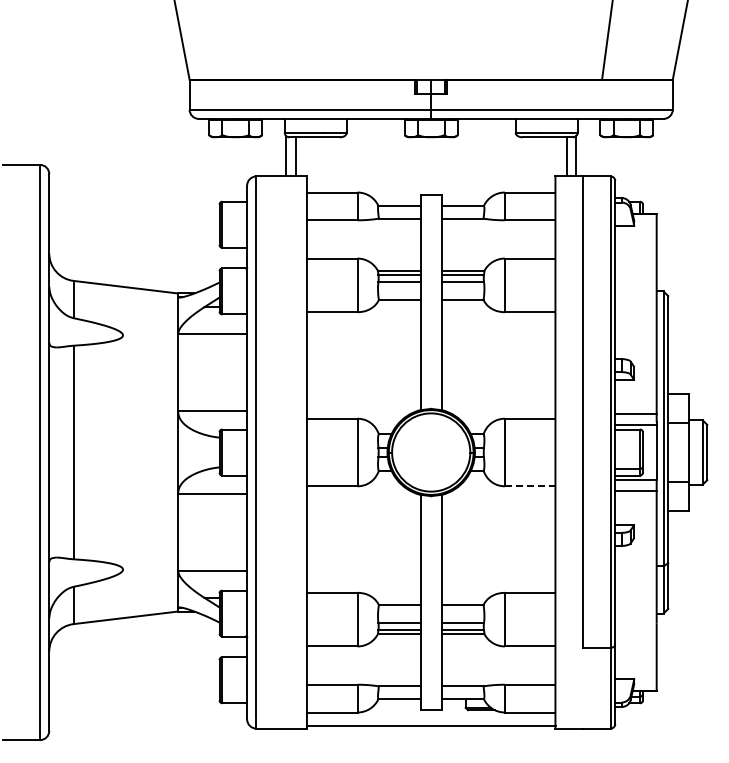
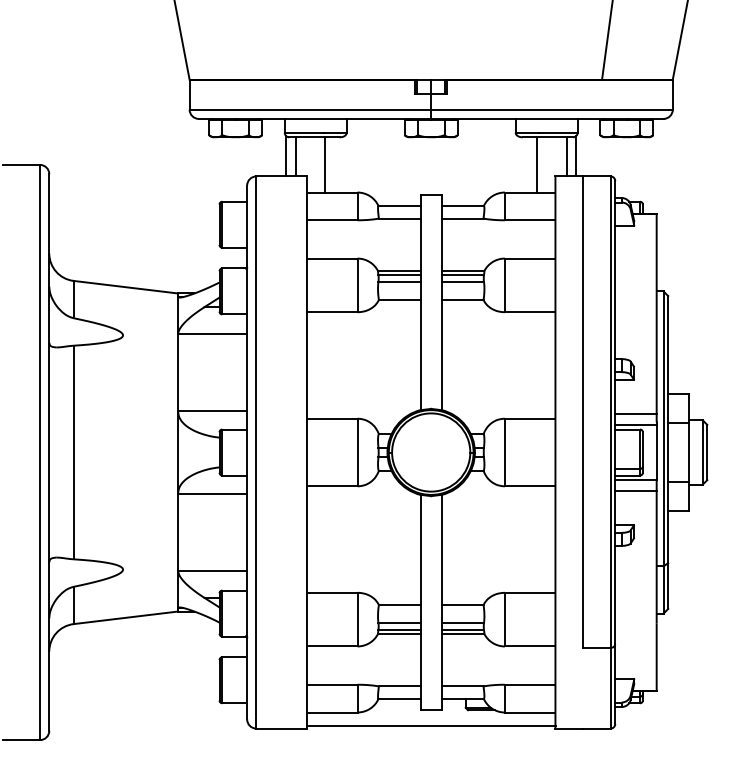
line at (325, 164): none -> present
line at (537, 164): none -> present
line at (530, 486): dashed -> solid
